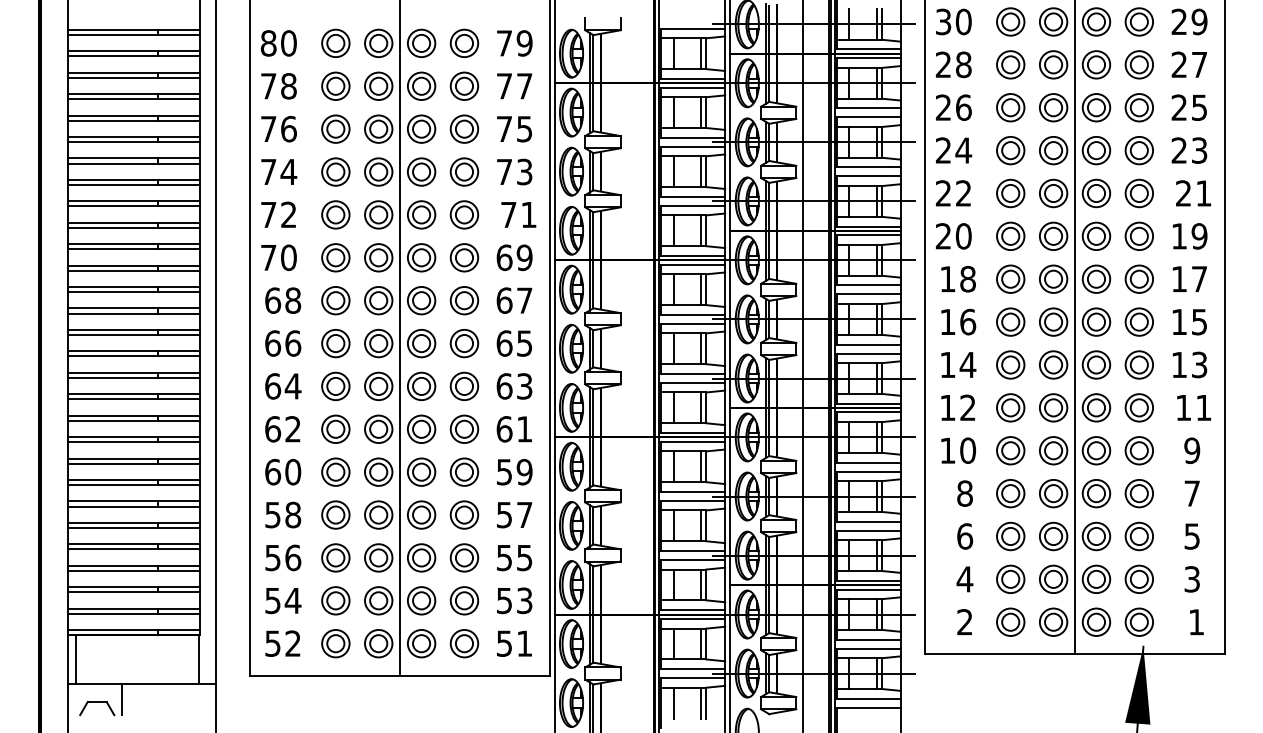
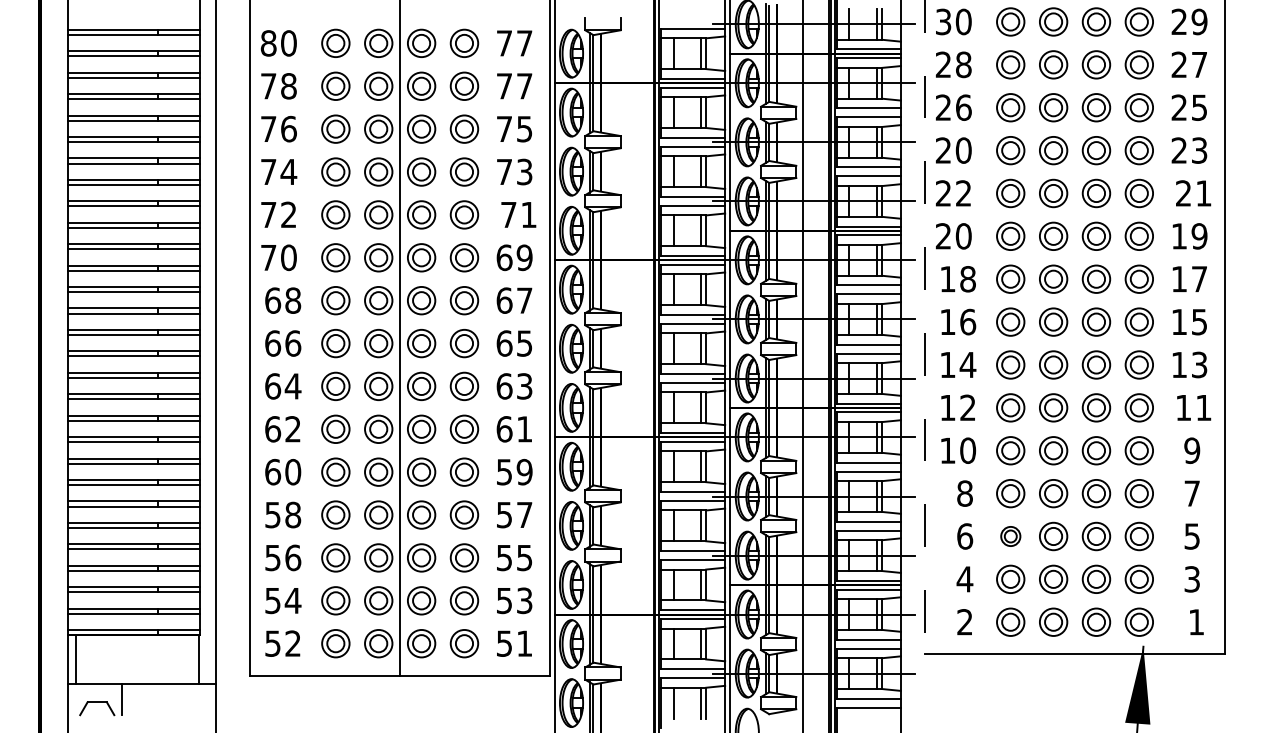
text at (524, 43): 79 -> 77
text at (963, 150): 24 -> 20
line at (924, 327): solid -> dashed
line at (1075, 328): present -> none
part at (1010, 536) size: 30x31 px -> 22x21 px
